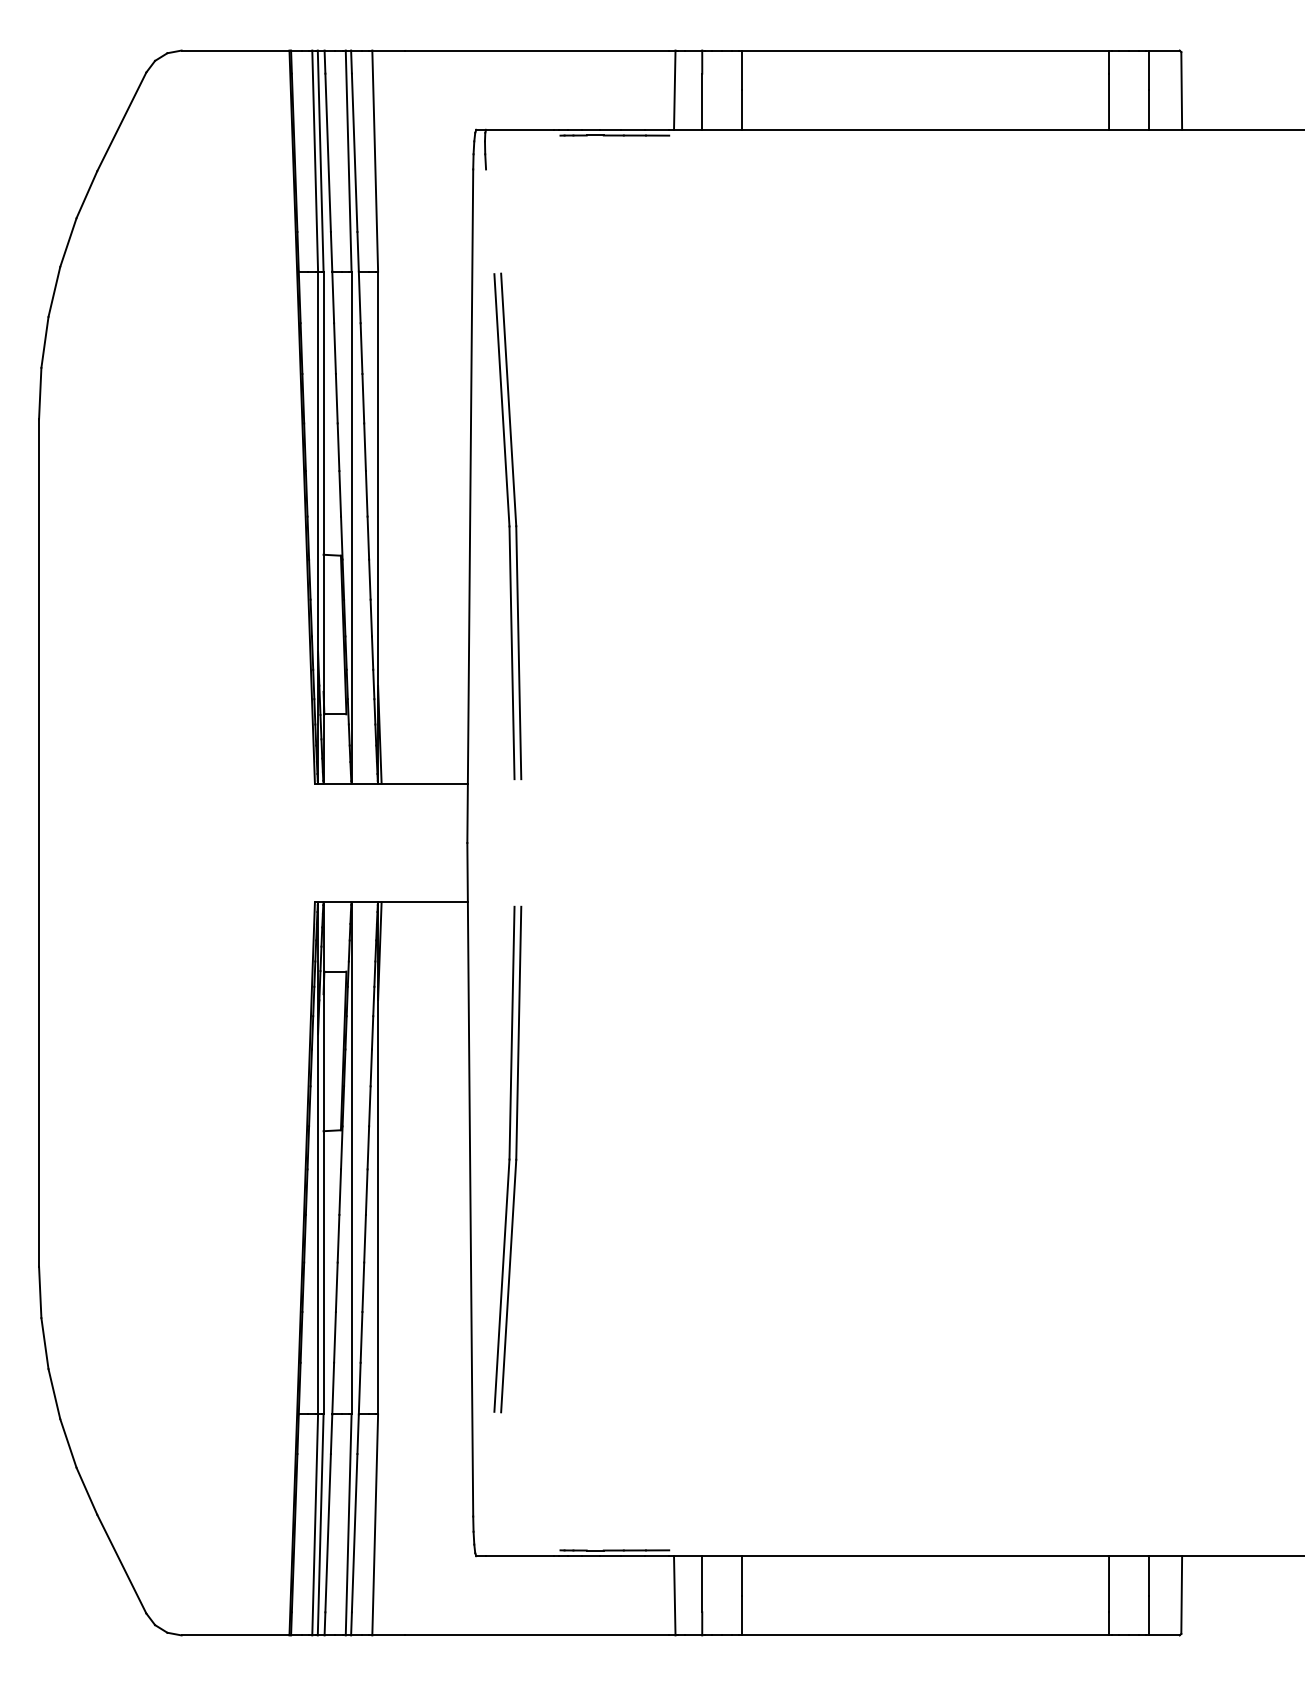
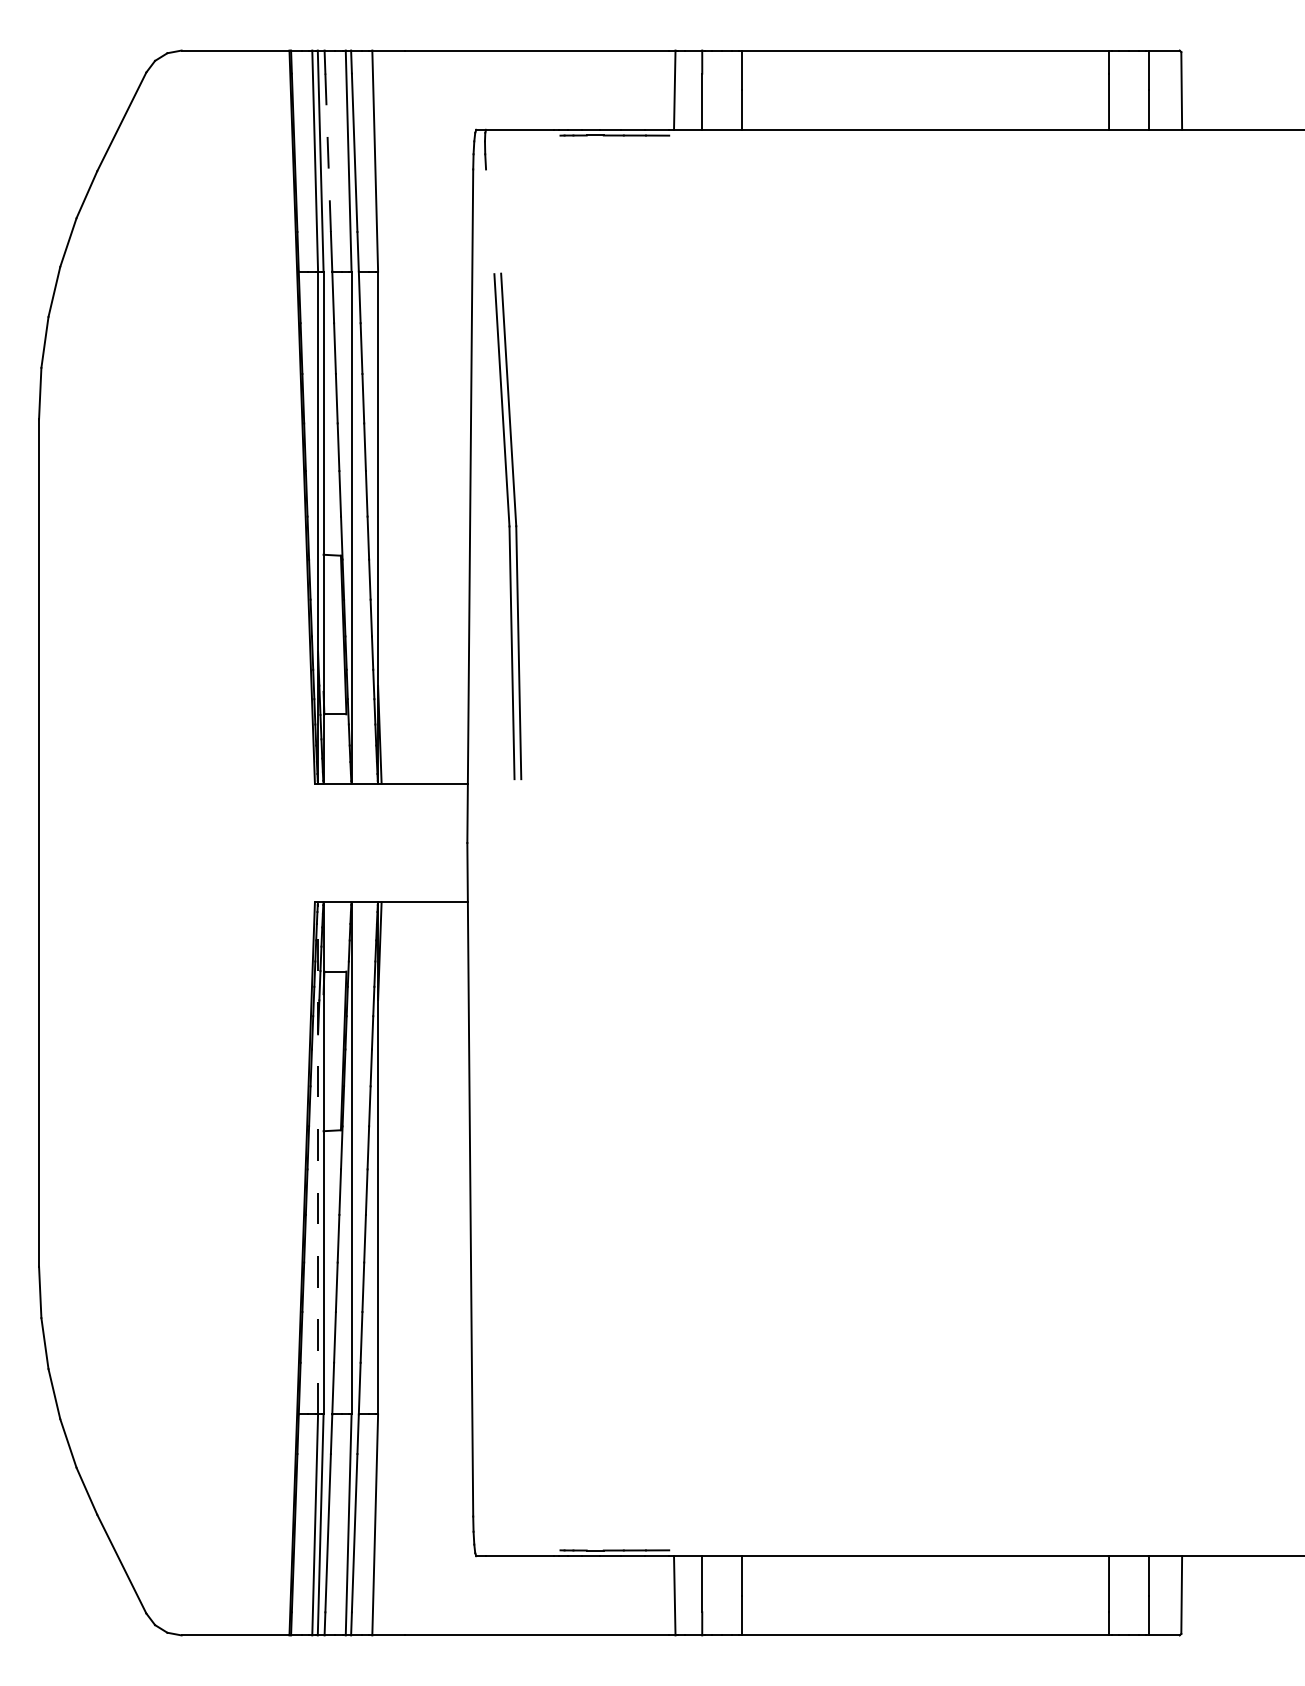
line at (328, 152): solid -> dashed
line at (318, 1158): solid -> dashed
part at (507, 1159): present -> none
